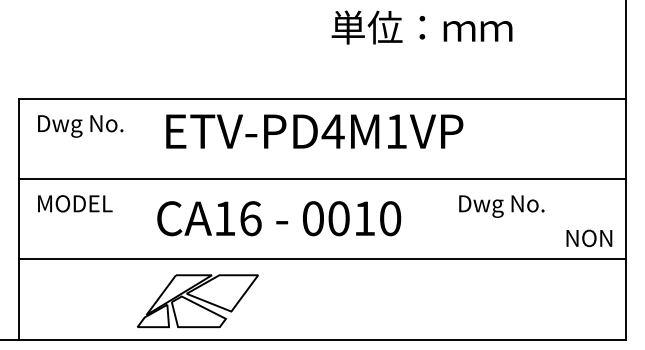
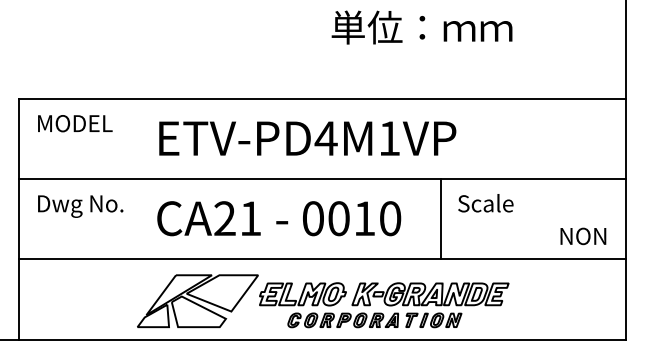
text at (81, 126): Dwg No. -> MODEL
text at (314, 131) position: (314, 131) -> (307, 138)
text at (501, 205): Dwg No. -> Scale
text at (81, 206): MODEL -> Dwg No.
text at (237, 218): CA16 -> CA21
line at (440, 219): none -> present
text at (589, 238) position: (589, 238) -> (583, 236)
part at (384, 305): none -> present
